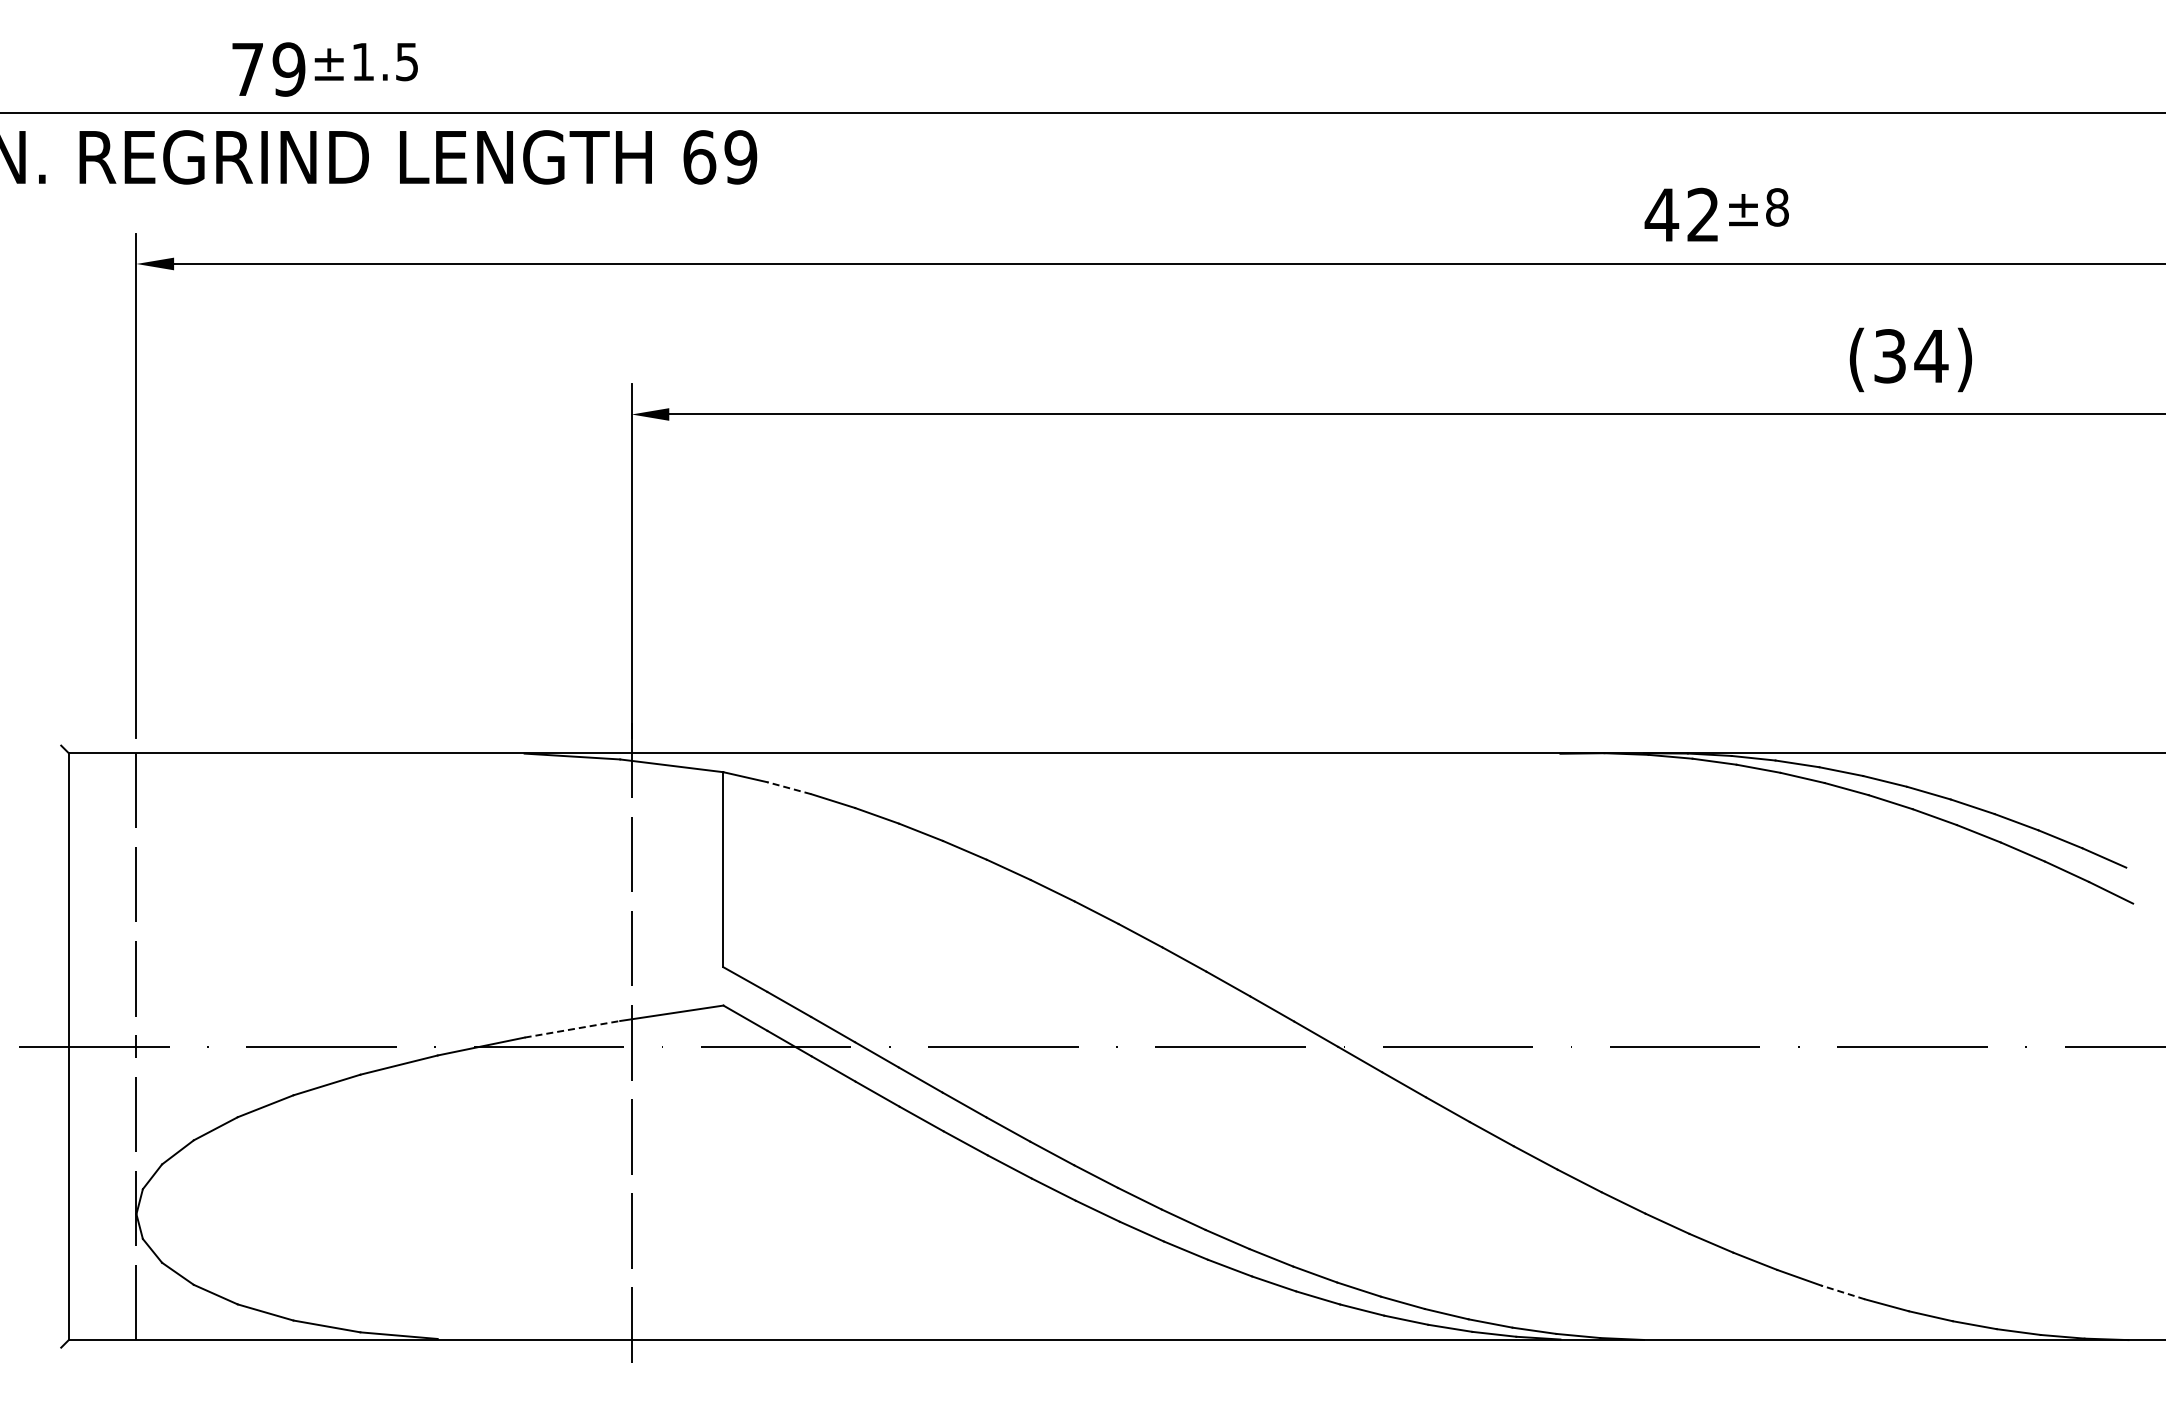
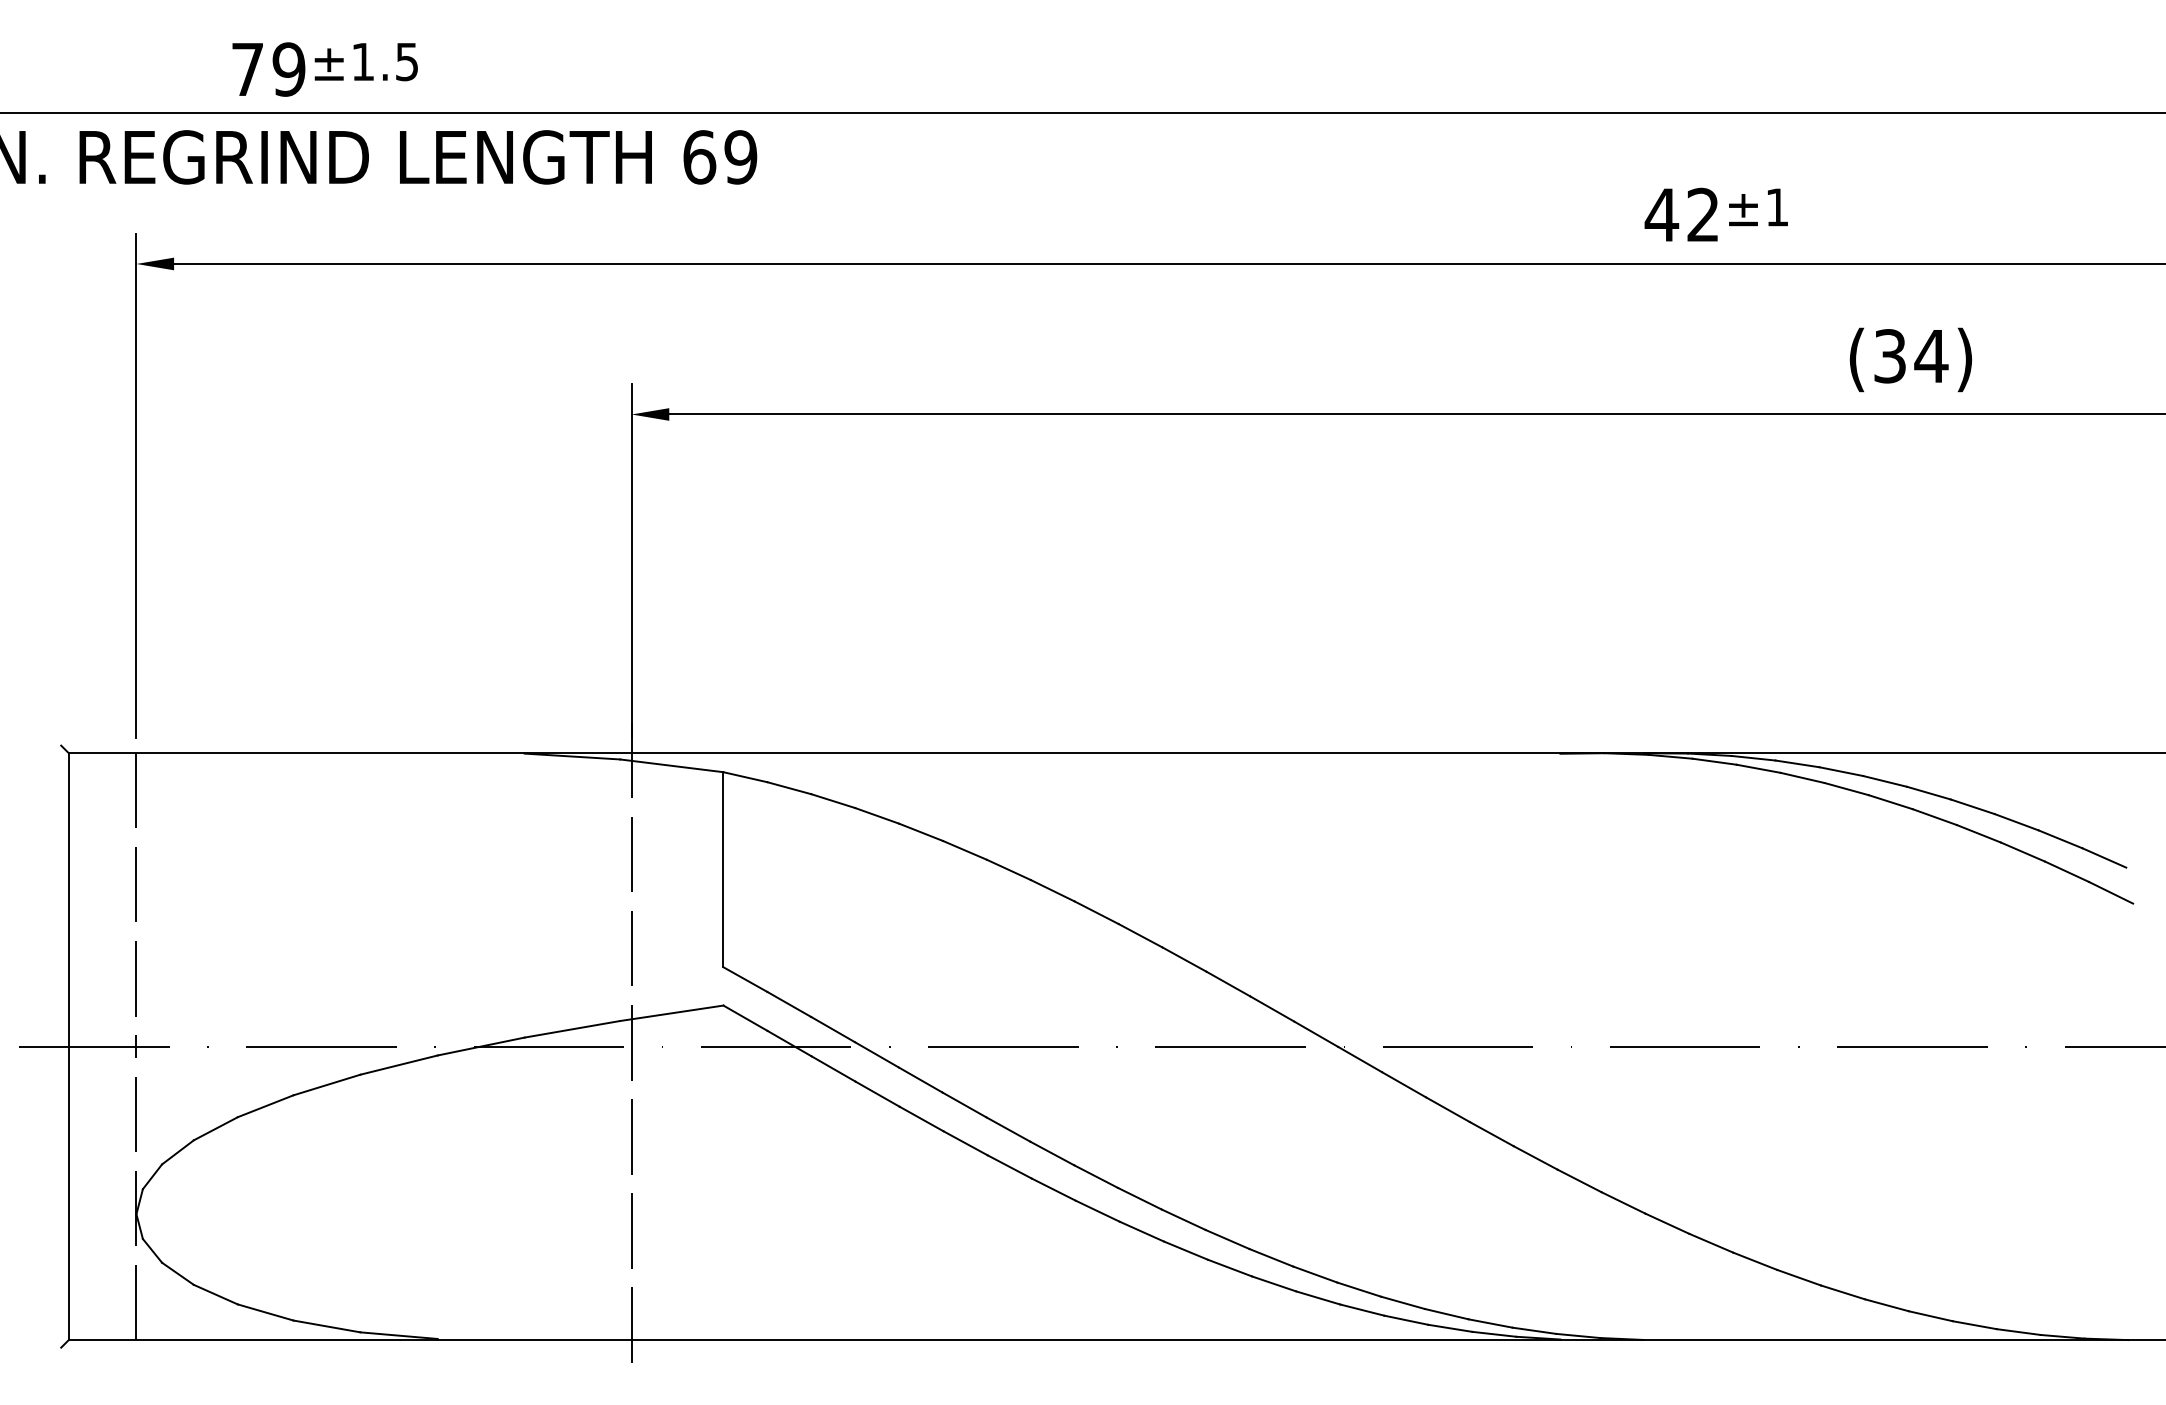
text at (1777, 207): ±8 -> ±1
line at (789, 788): dashed -> solid
line at (572, 1029): dashed -> solid
line at (1842, 1292): dashed -> solid
